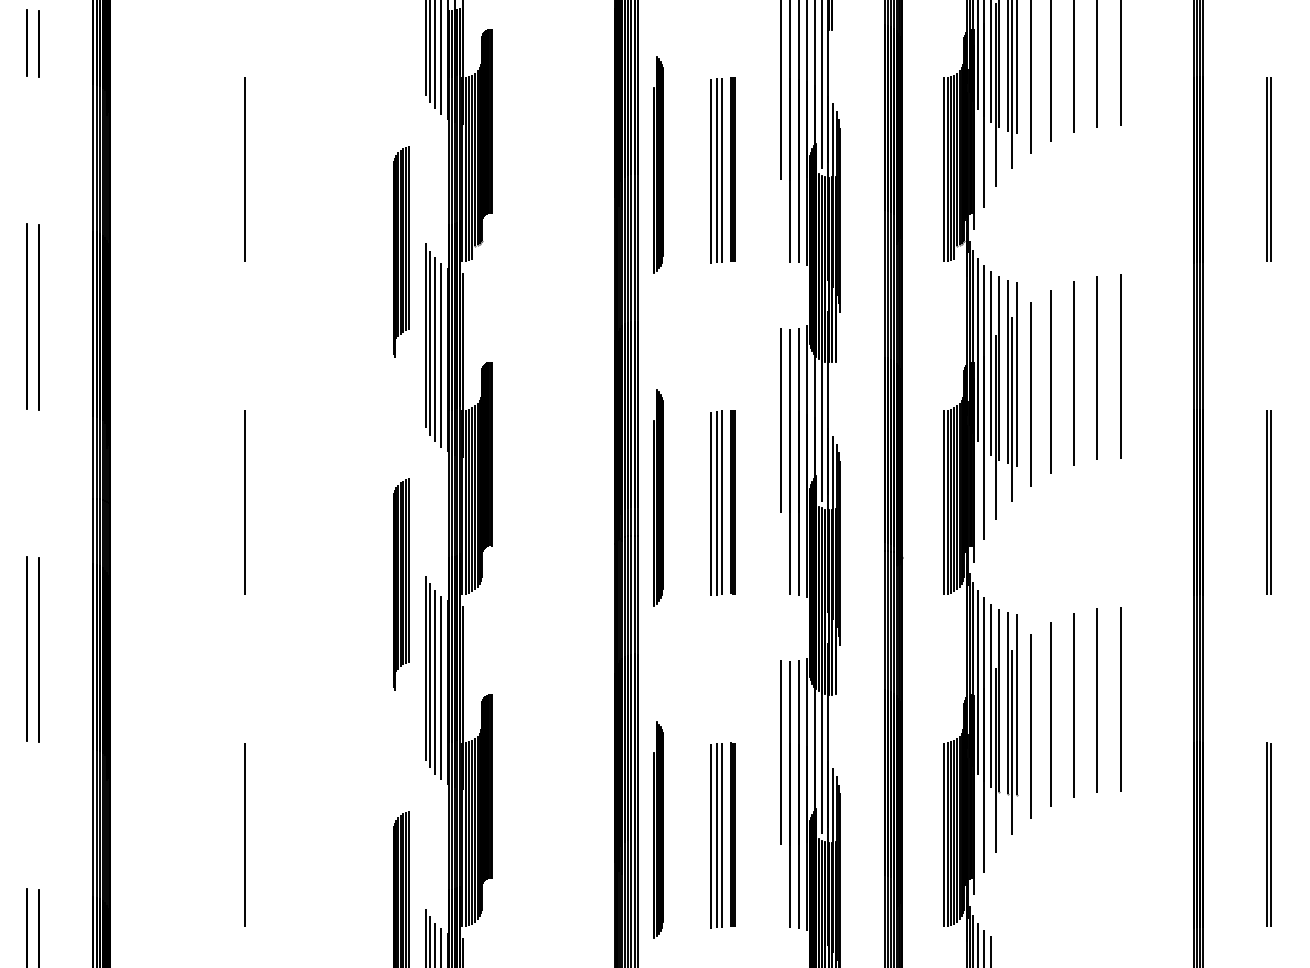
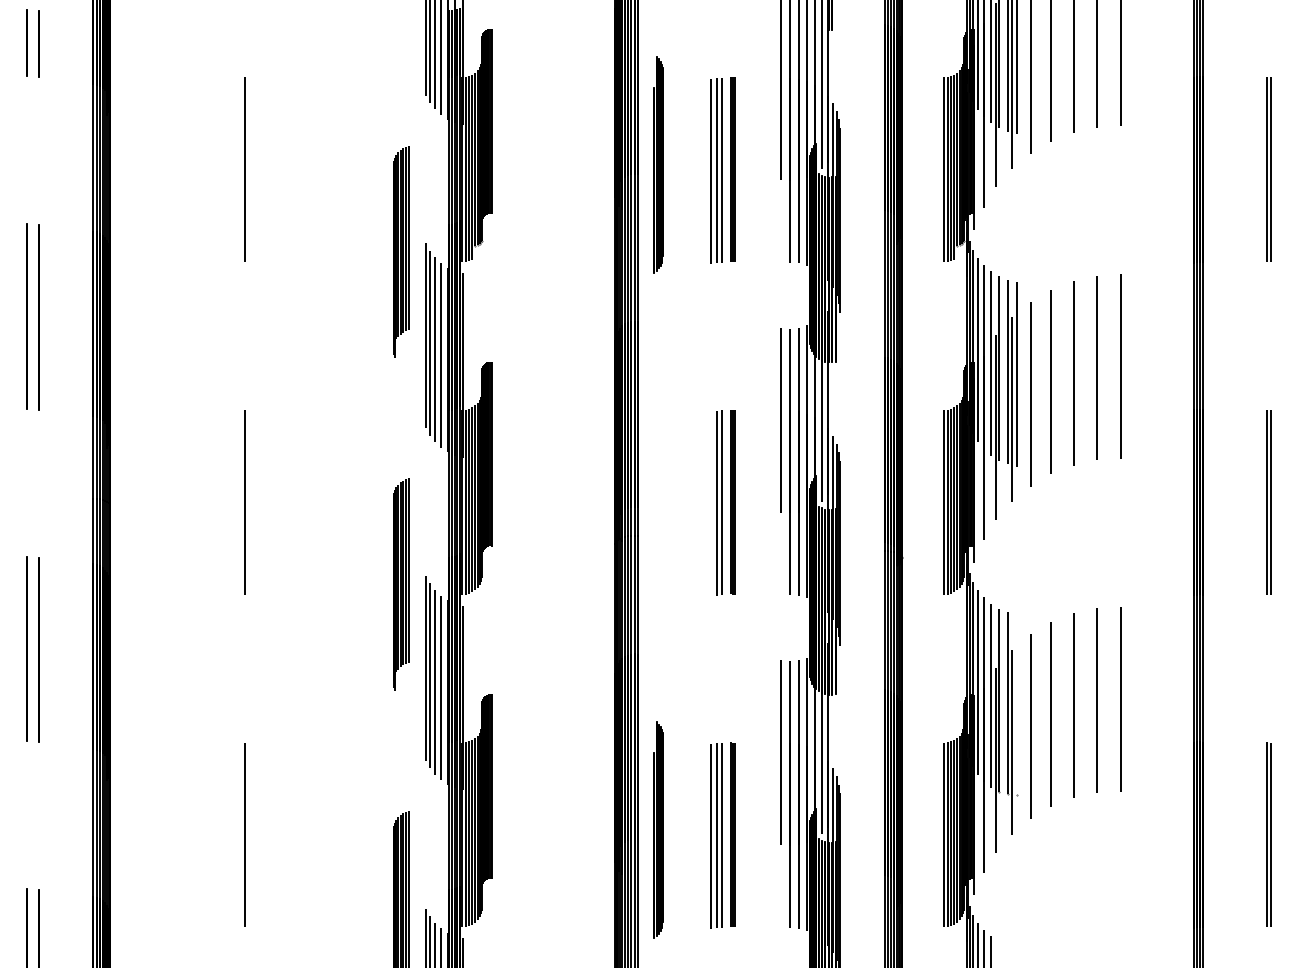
part at (658, 497): present -> none
line at (711, 503): present -> none
line at (1017, 704): present -> none
